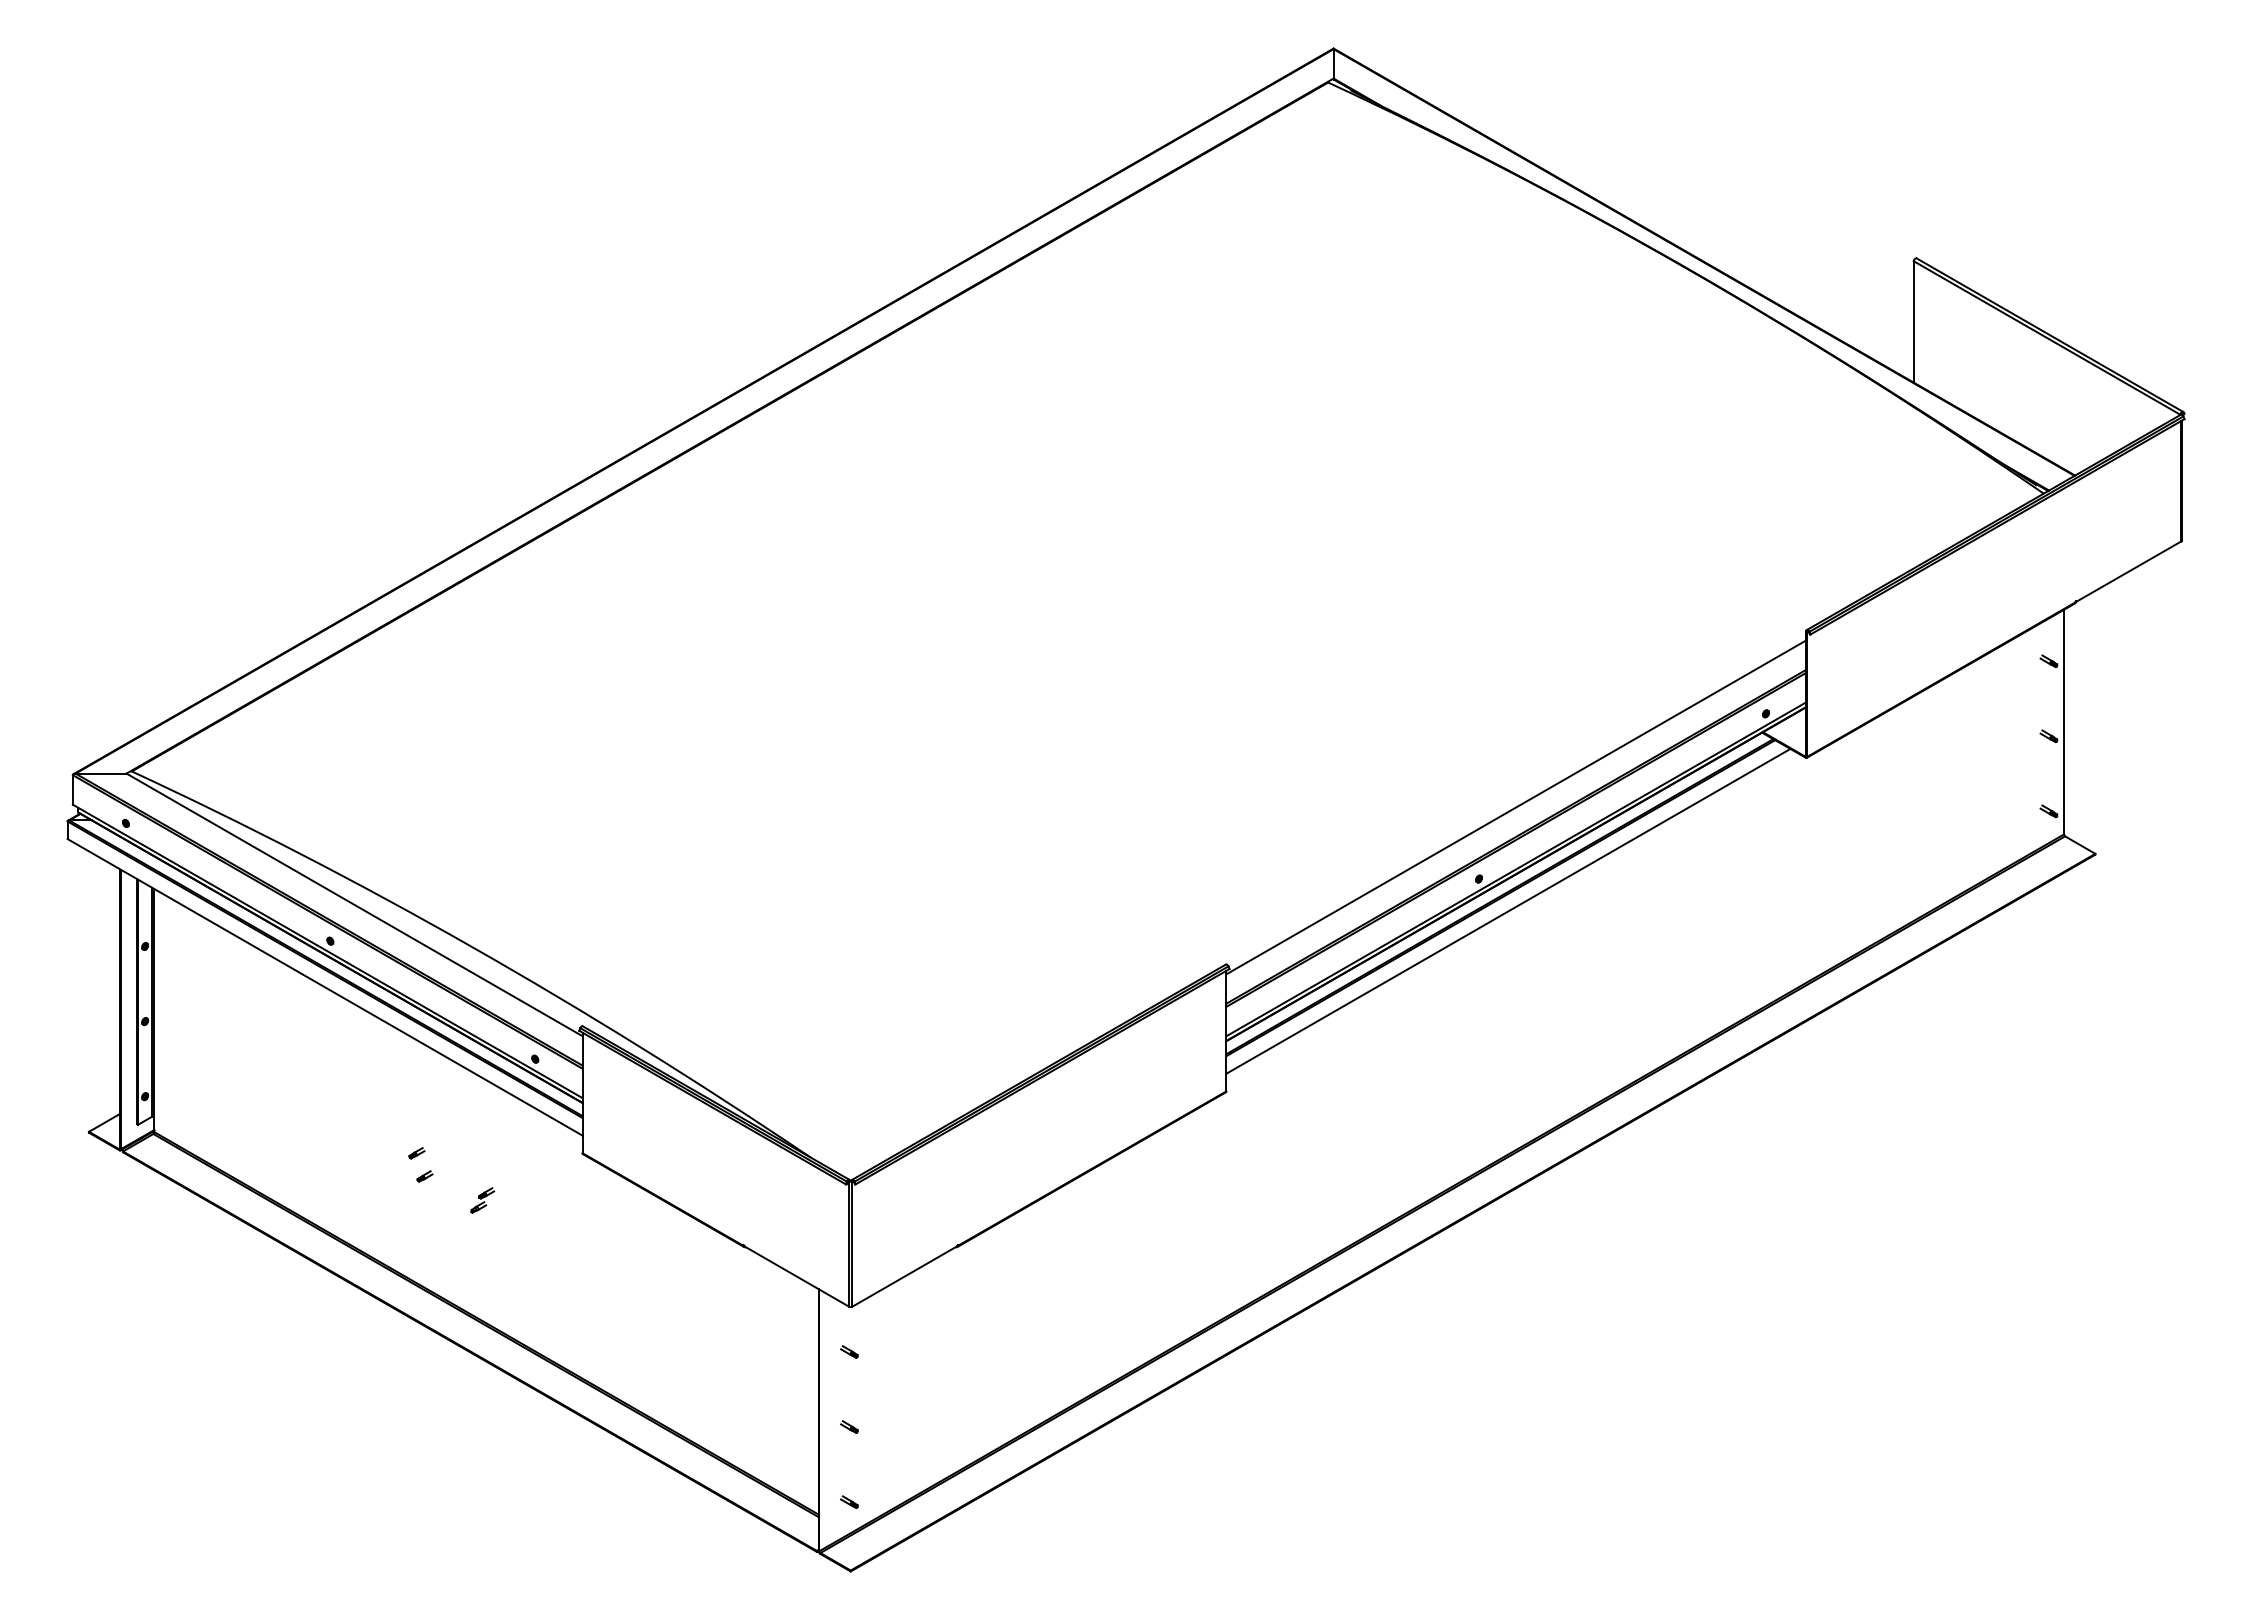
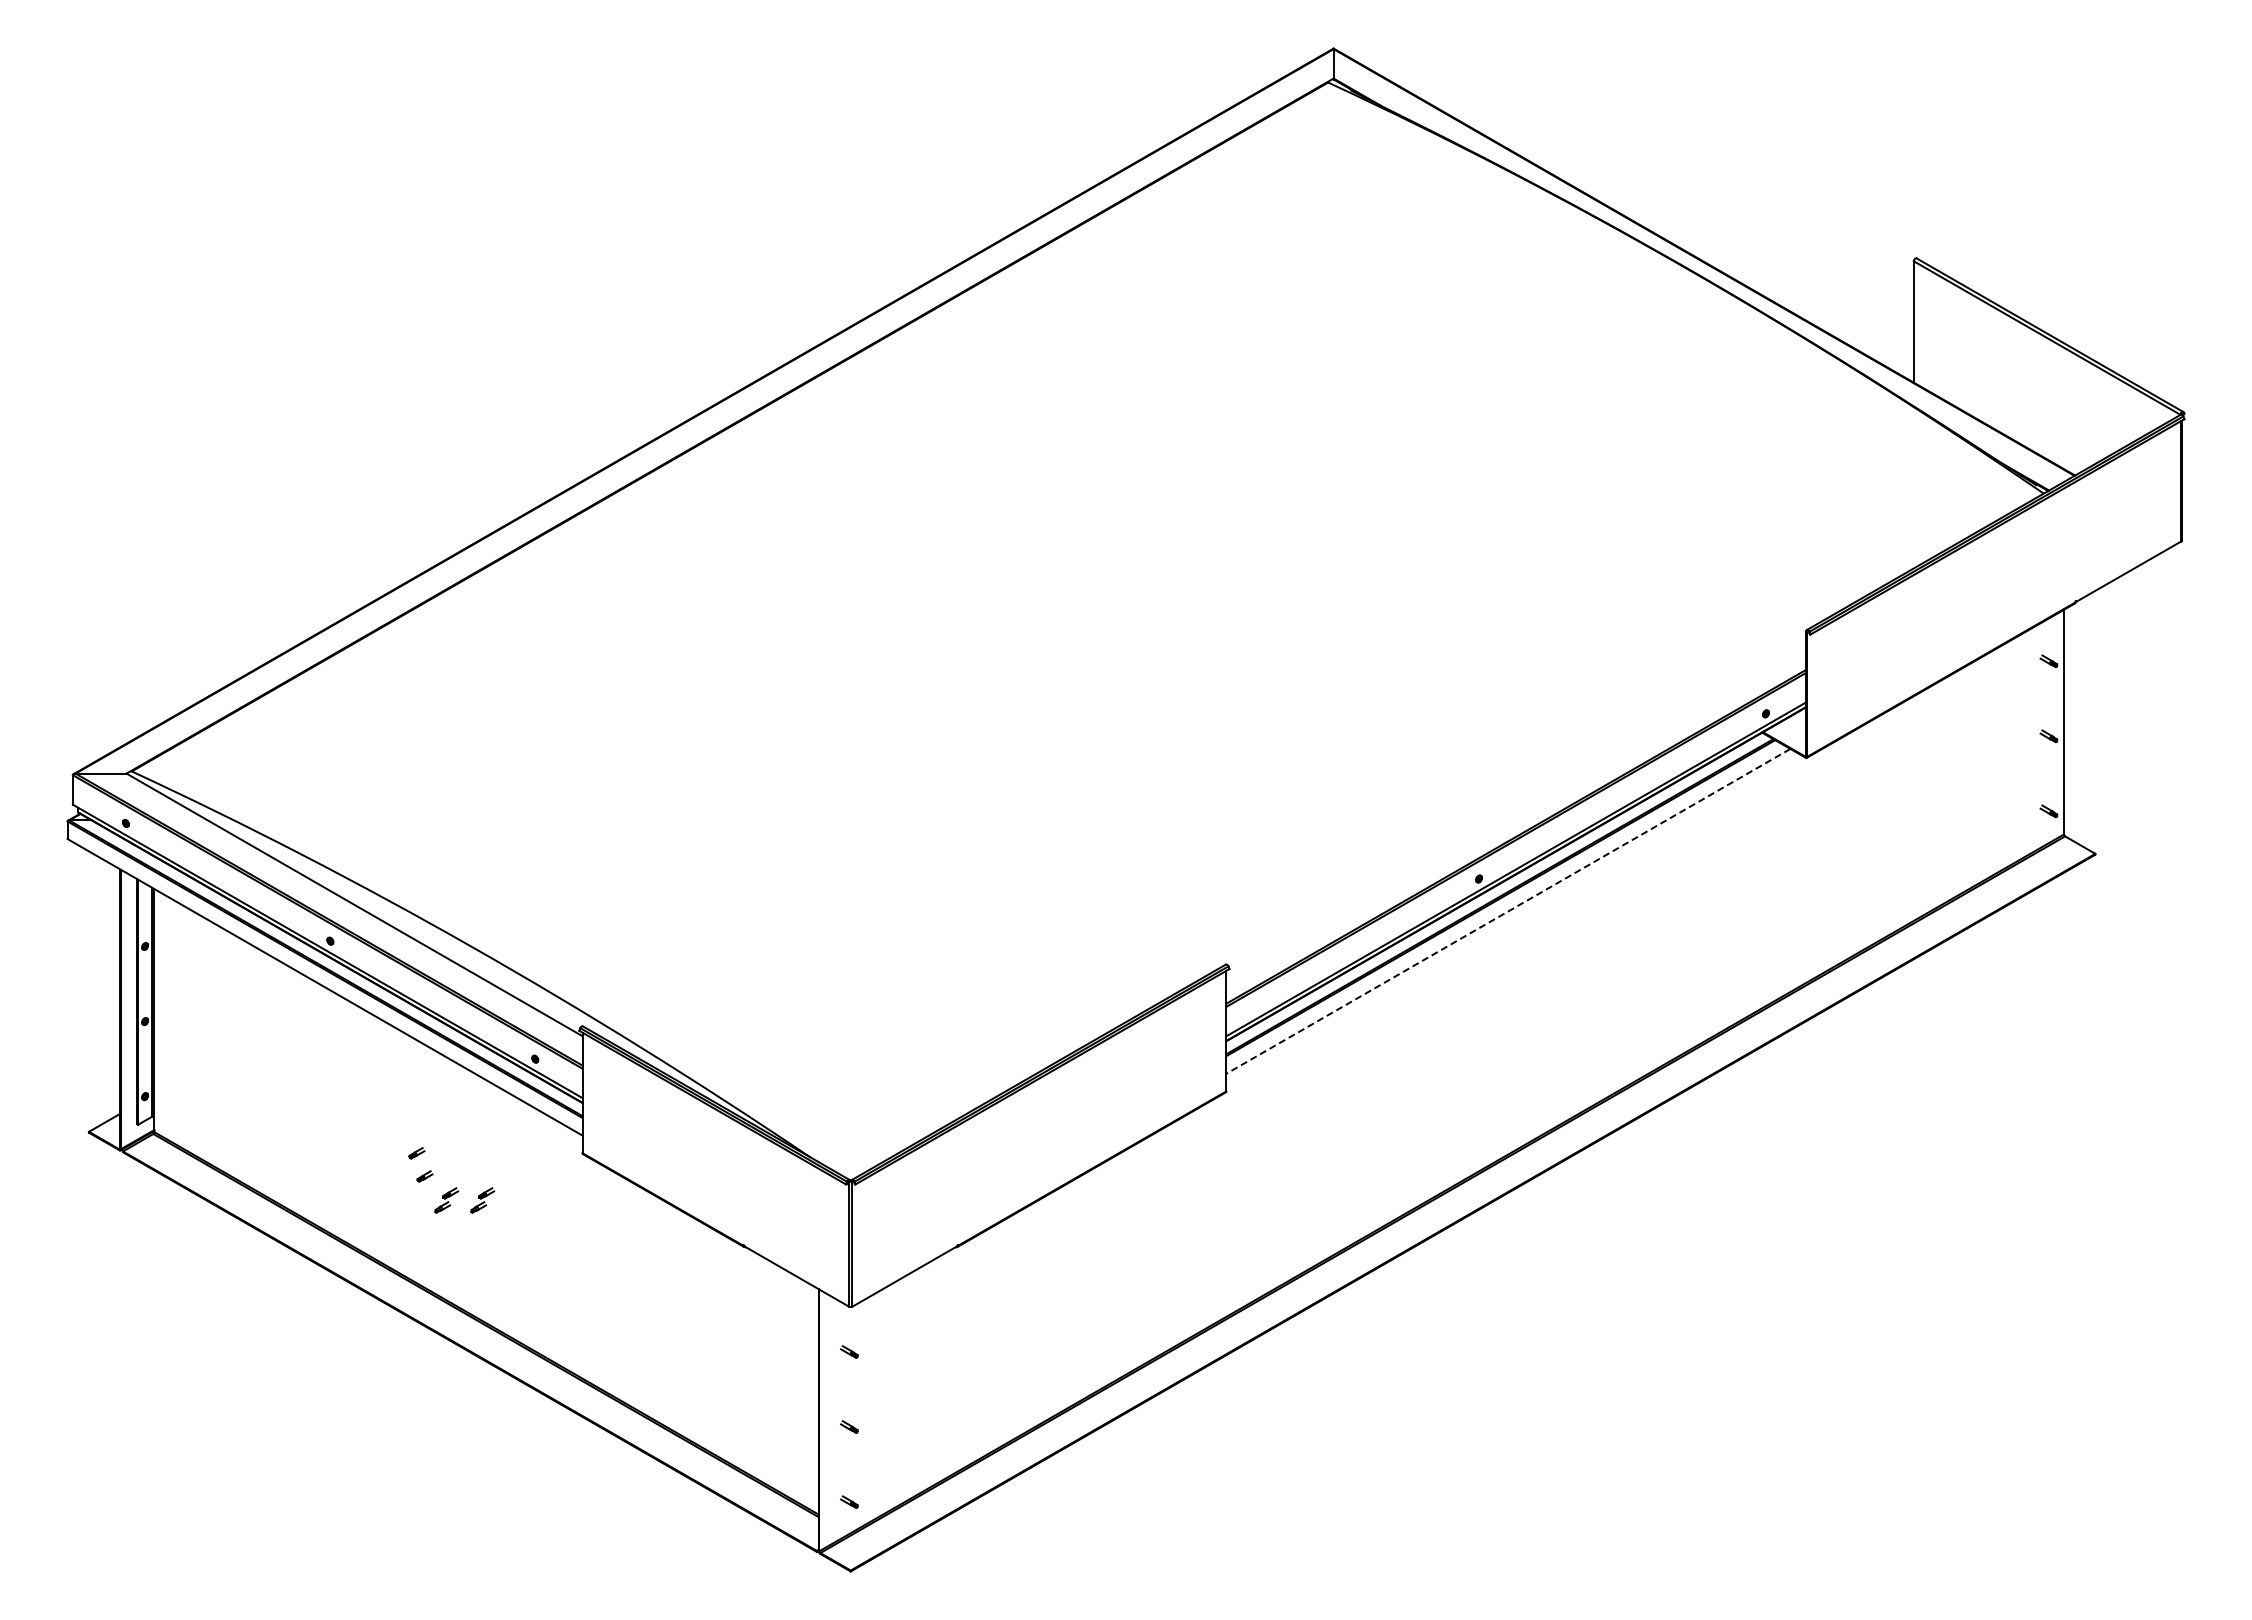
line at (1516, 807): present -> none
line at (1507, 911): solid -> dashed
part at (446, 1200): none -> present
